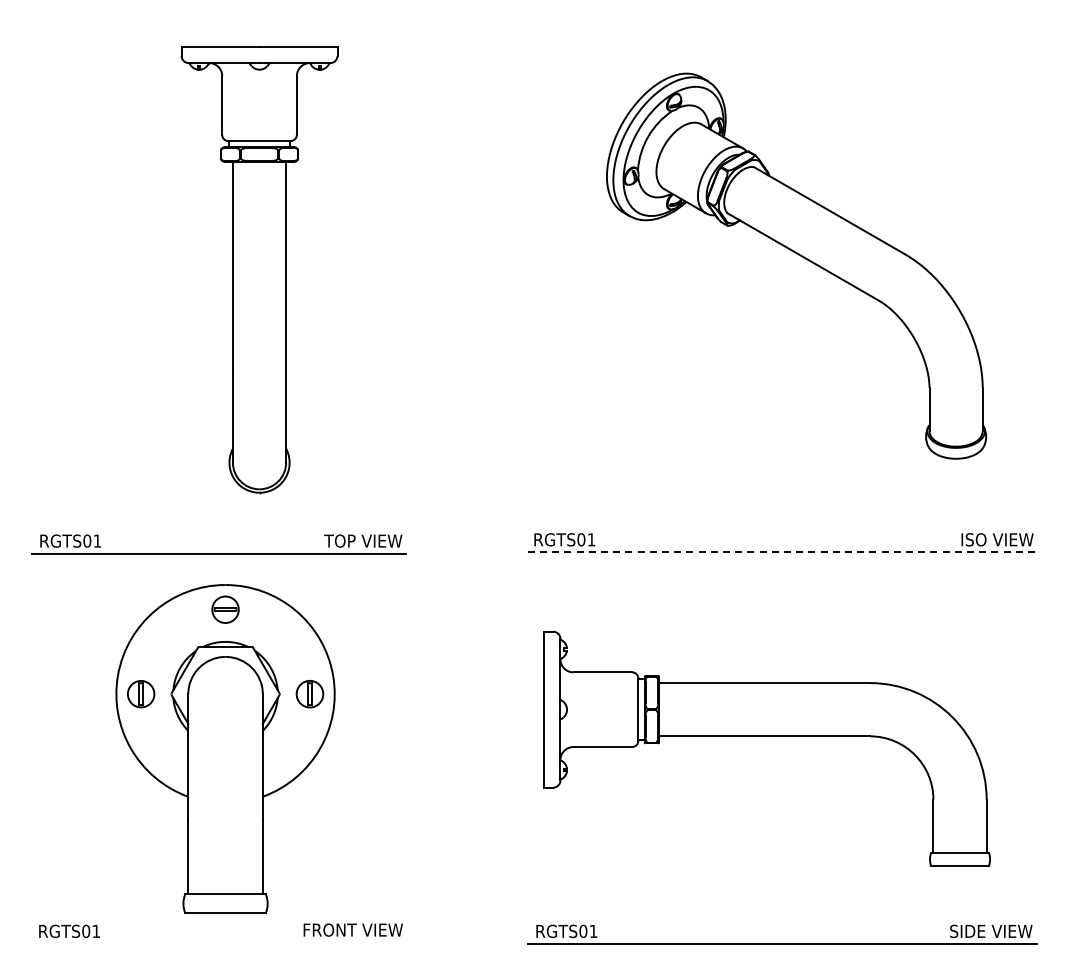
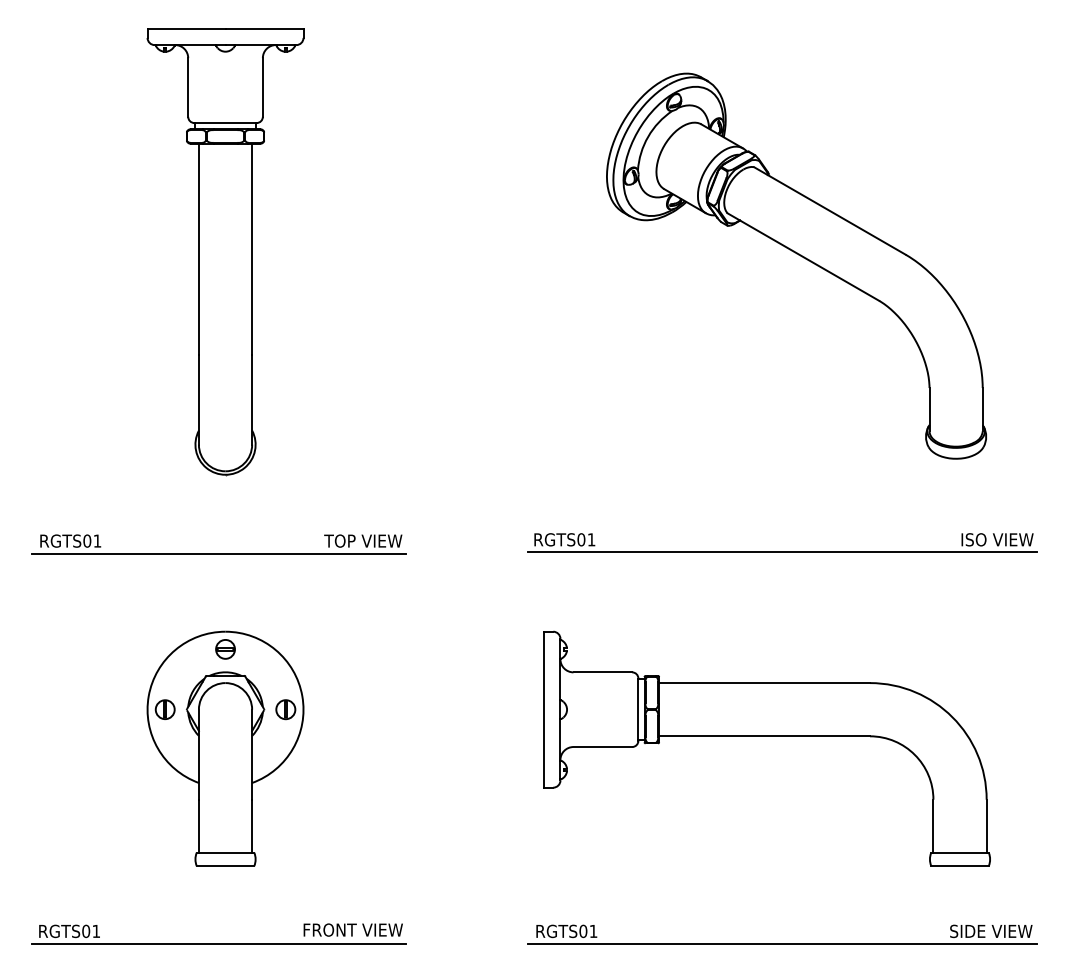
part at (259, 270) position: (259, 270) -> (225, 252)
line at (782, 552): dashed -> solid
part at (225, 748) size: 221x330 px -> 159x237 px
line at (218, 944): none -> present
